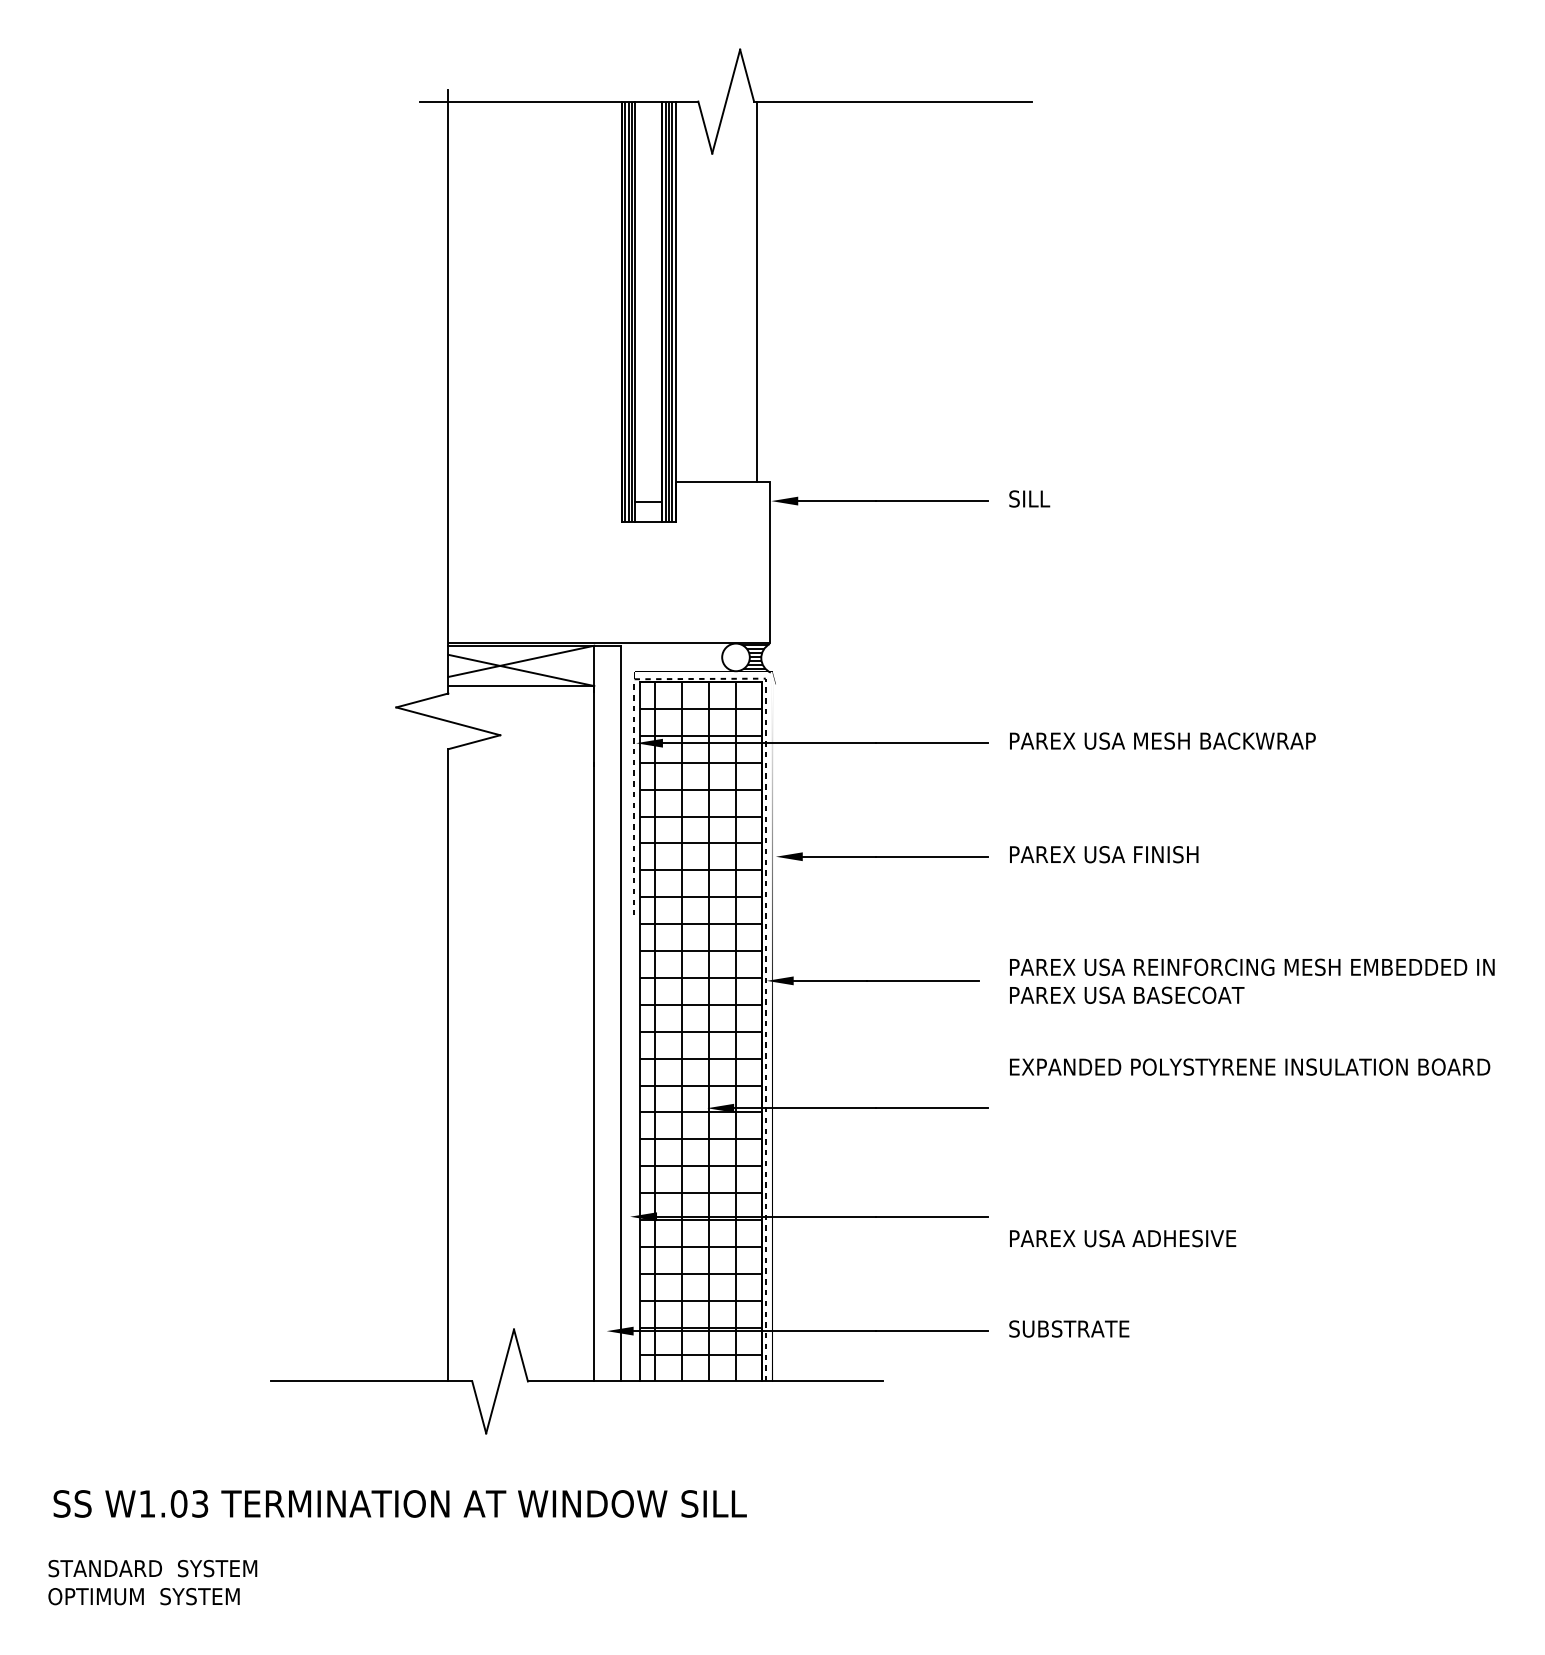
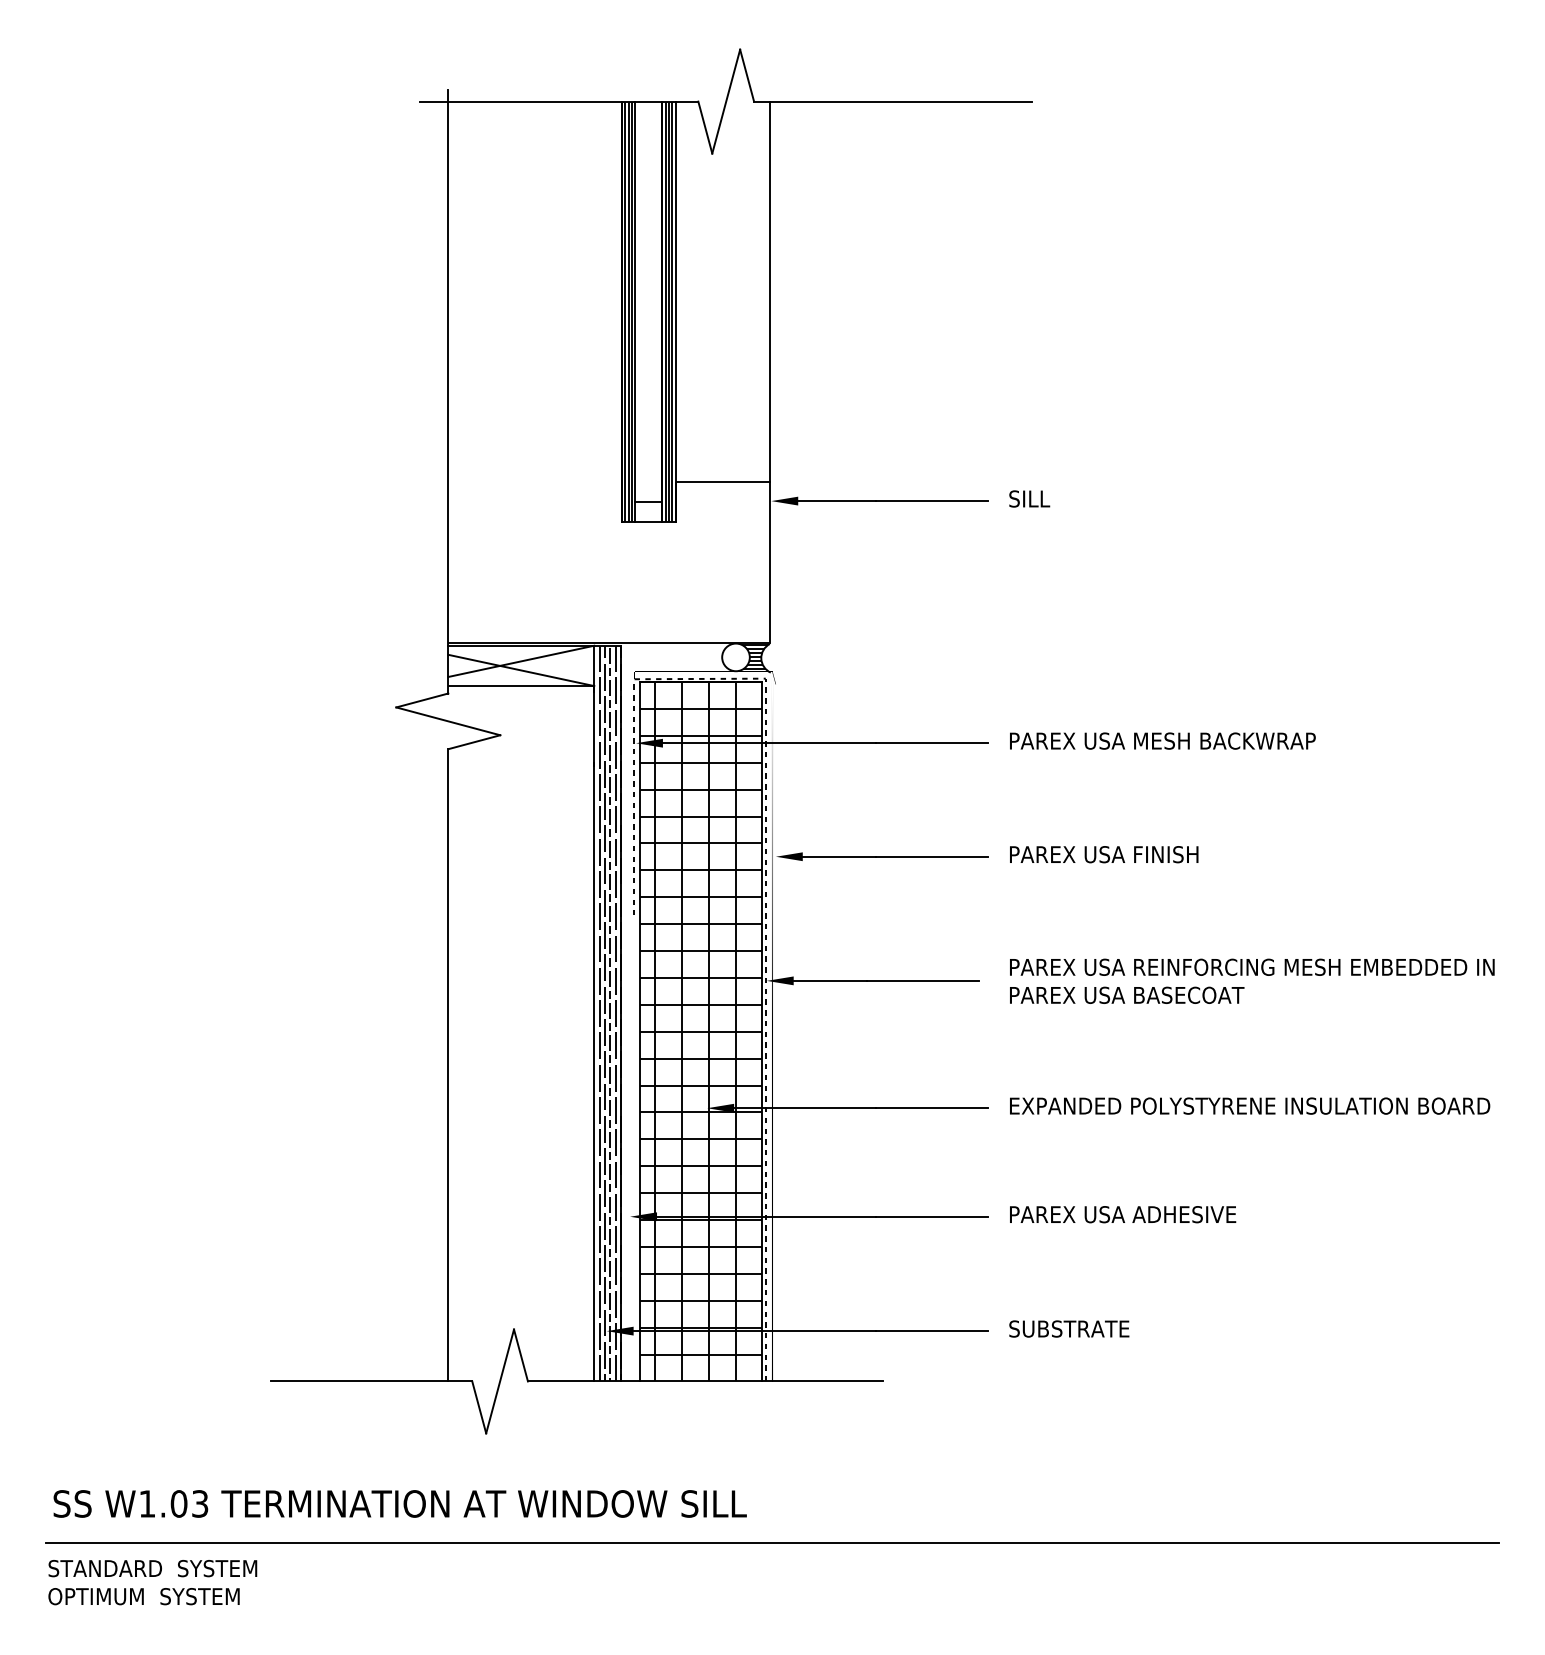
line at (756, 291) position: (756, 291) -> (769, 291)
hatch at (610, 1013): none -> present
text at (1250, 1066) position: (1250, 1066) -> (1250, 1105)
text at (1123, 1238) position: (1123, 1238) -> (1123, 1214)
line at (772, 1542): none -> present
